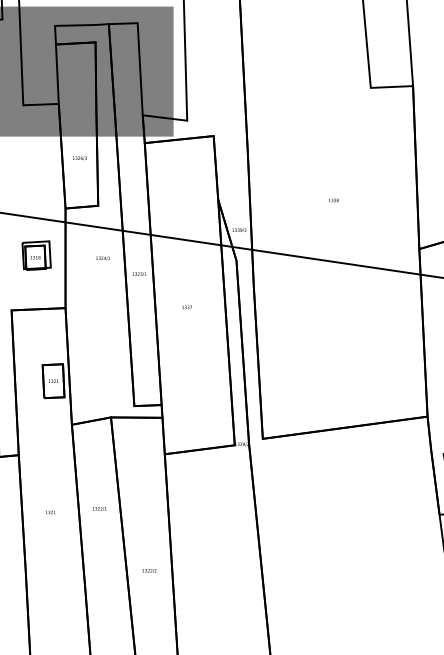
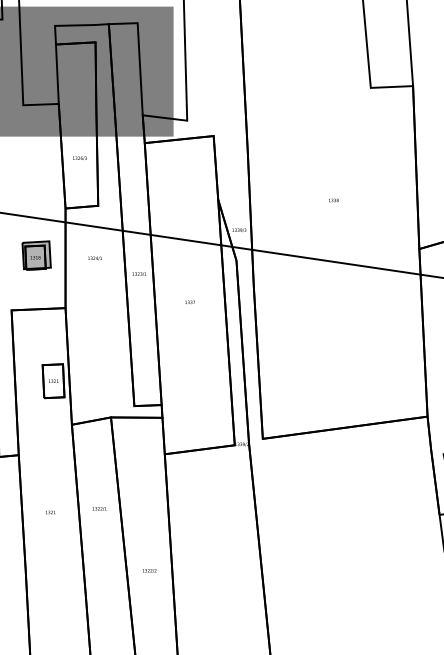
fill at (36, 255): none -> present
text at (102, 258) position: (102, 258) -> (94, 258)
text at (186, 307) position: (186, 307) -> (189, 302)
